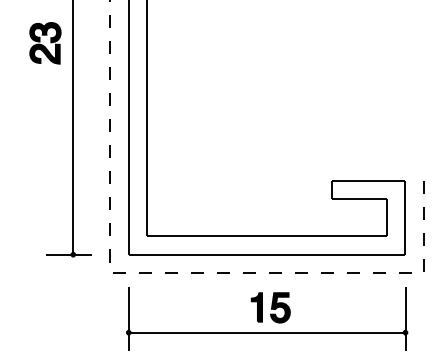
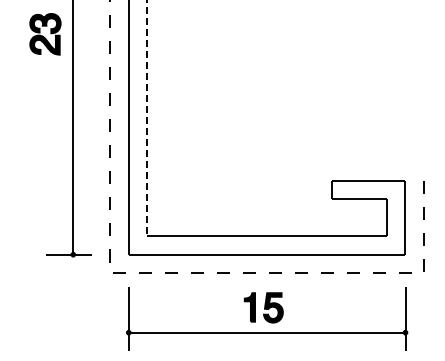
part at (45, 43) position: (45, 43) -> (45, 34)
line at (147, 118): solid -> dashed
part at (270, 307) position: (270, 307) -> (263, 307)
